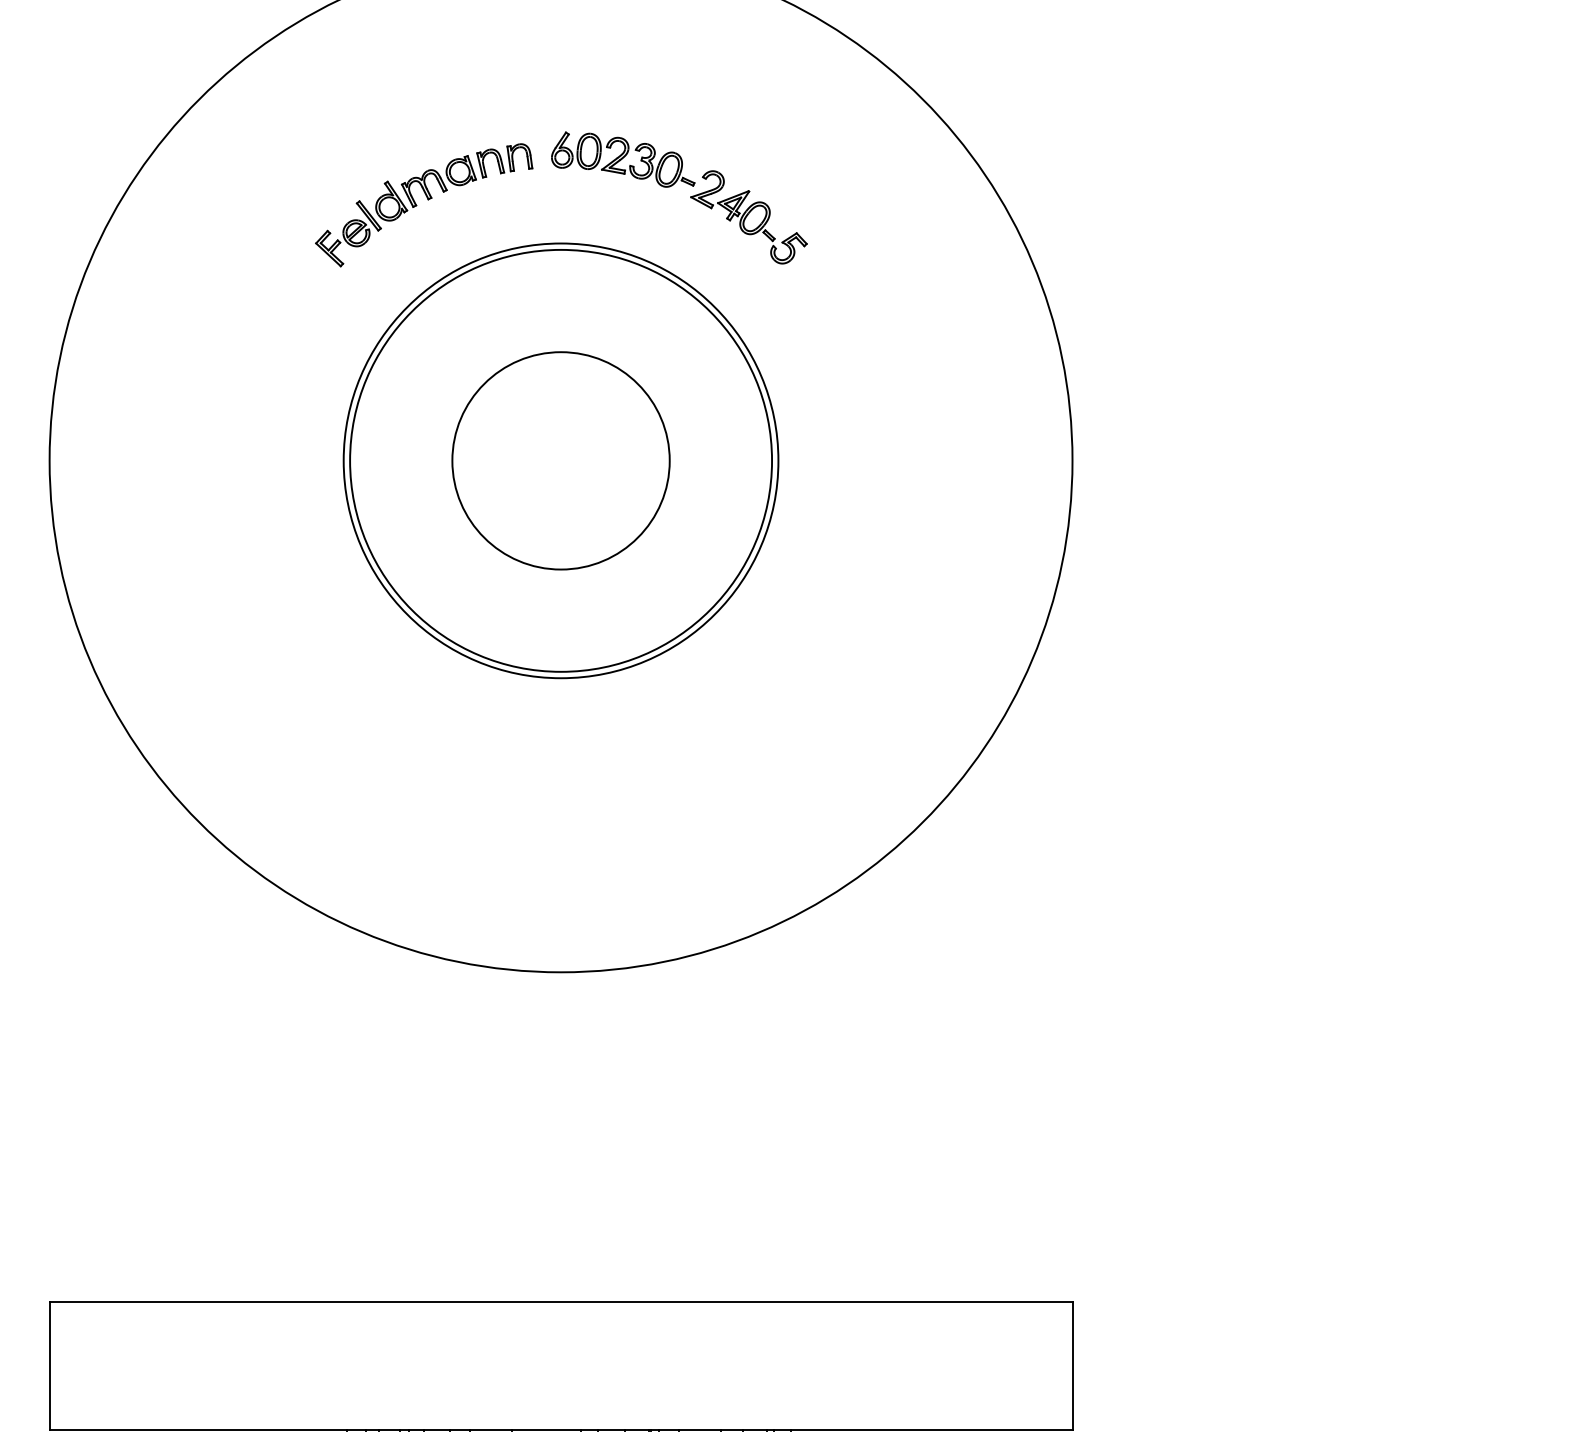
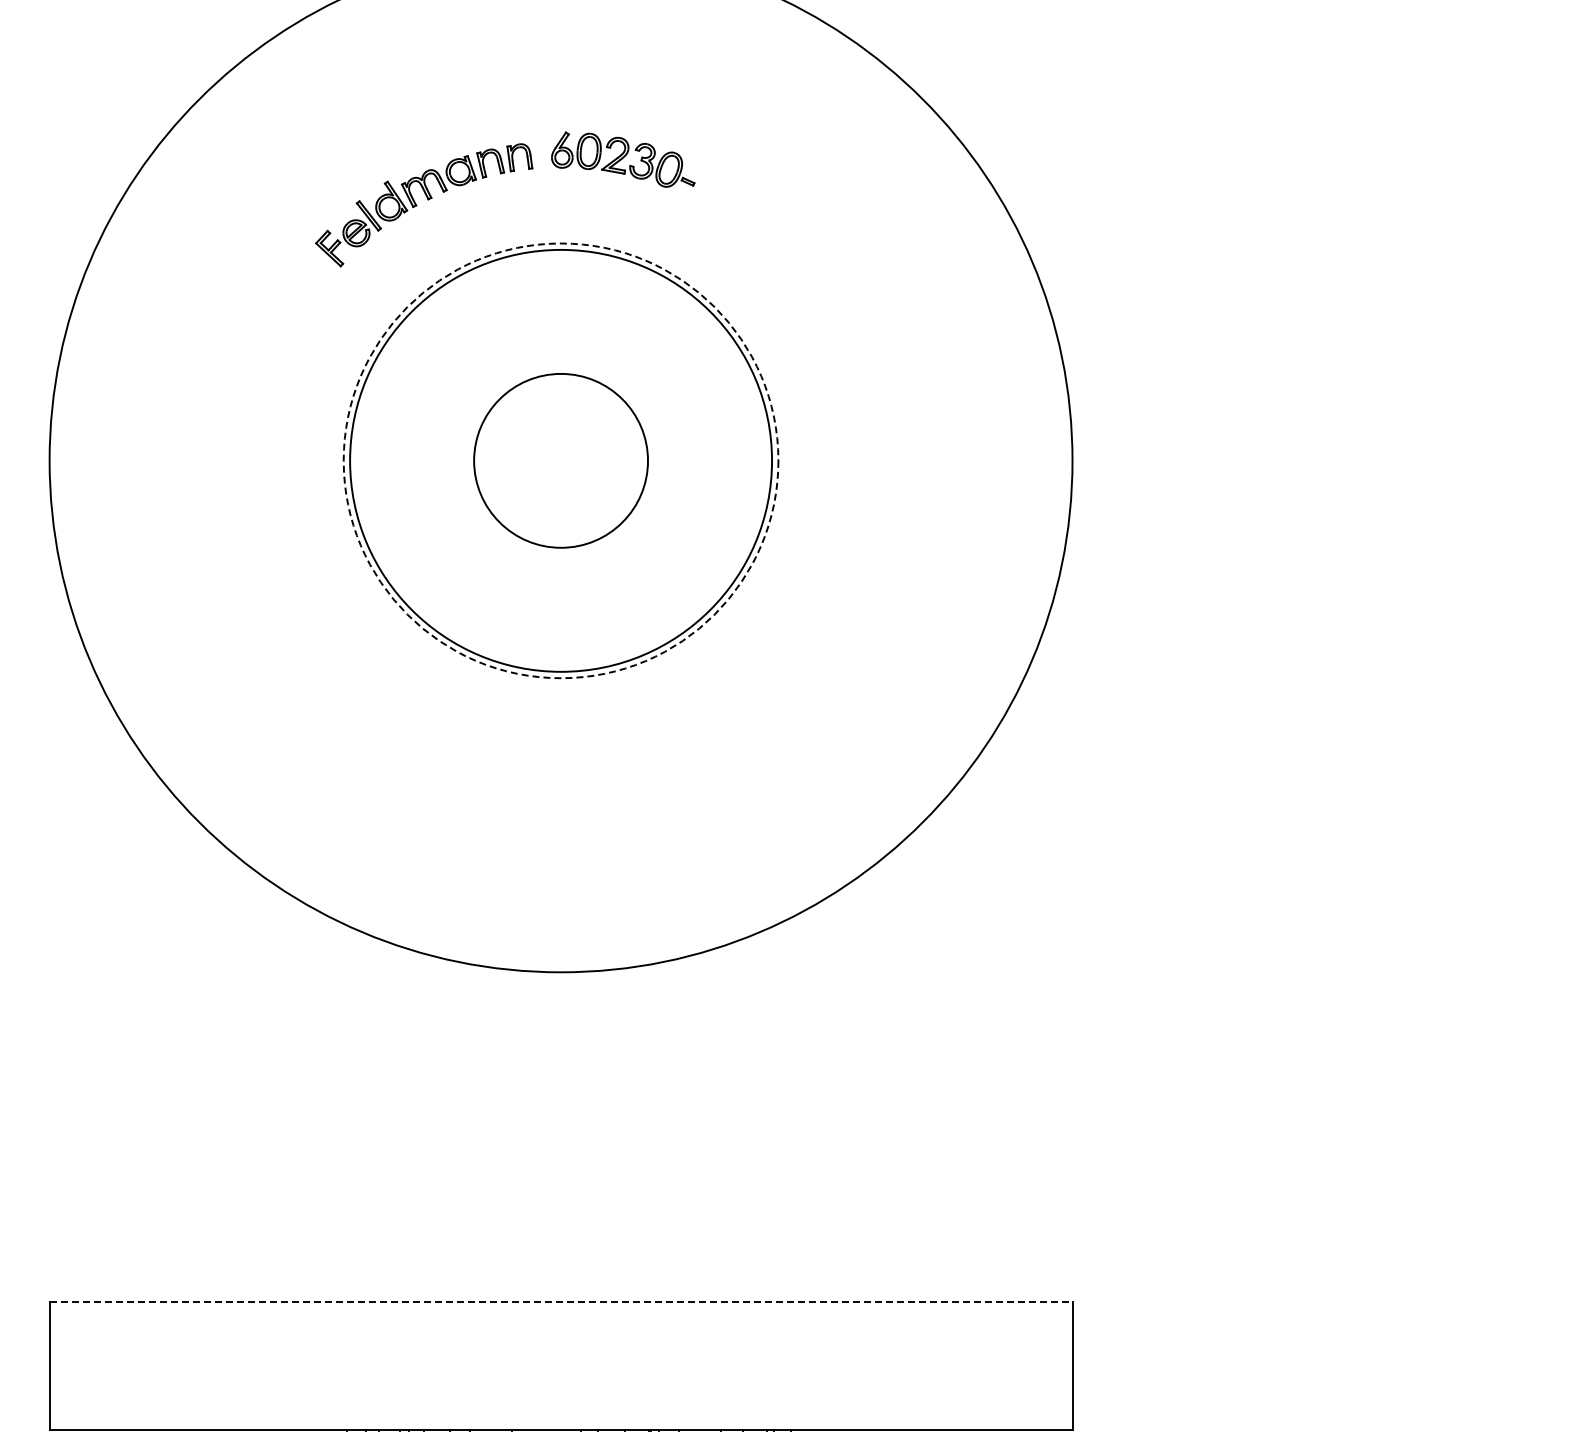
part at (748, 217): present -> none
circle at (560, 460) diameter: 217 px -> 174 px
circle at (560, 460): solid -> dashed
line at (561, 1302): solid -> dashed
